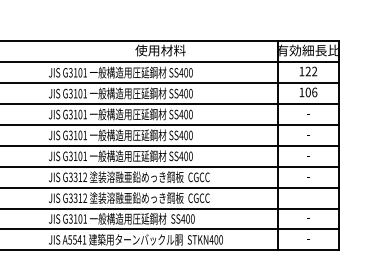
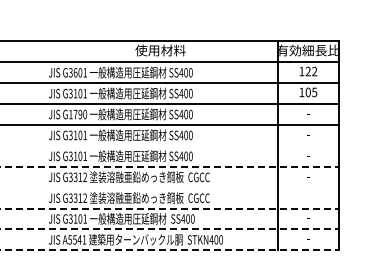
text at (75, 72): G3101 -> G3601
text at (314, 92): 106 -> 105
text at (78, 114): G3101 -> G1790
line at (170, 145): present -> none
line at (169, 166): solid -> dashed
line at (170, 187): present -> none
line at (169, 208): solid -> dashed
line at (169, 229): solid -> dashed
line at (169, 250): solid -> dashed
